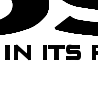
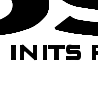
part at (17, 51) position: (17, 51) -> (23, 51)
